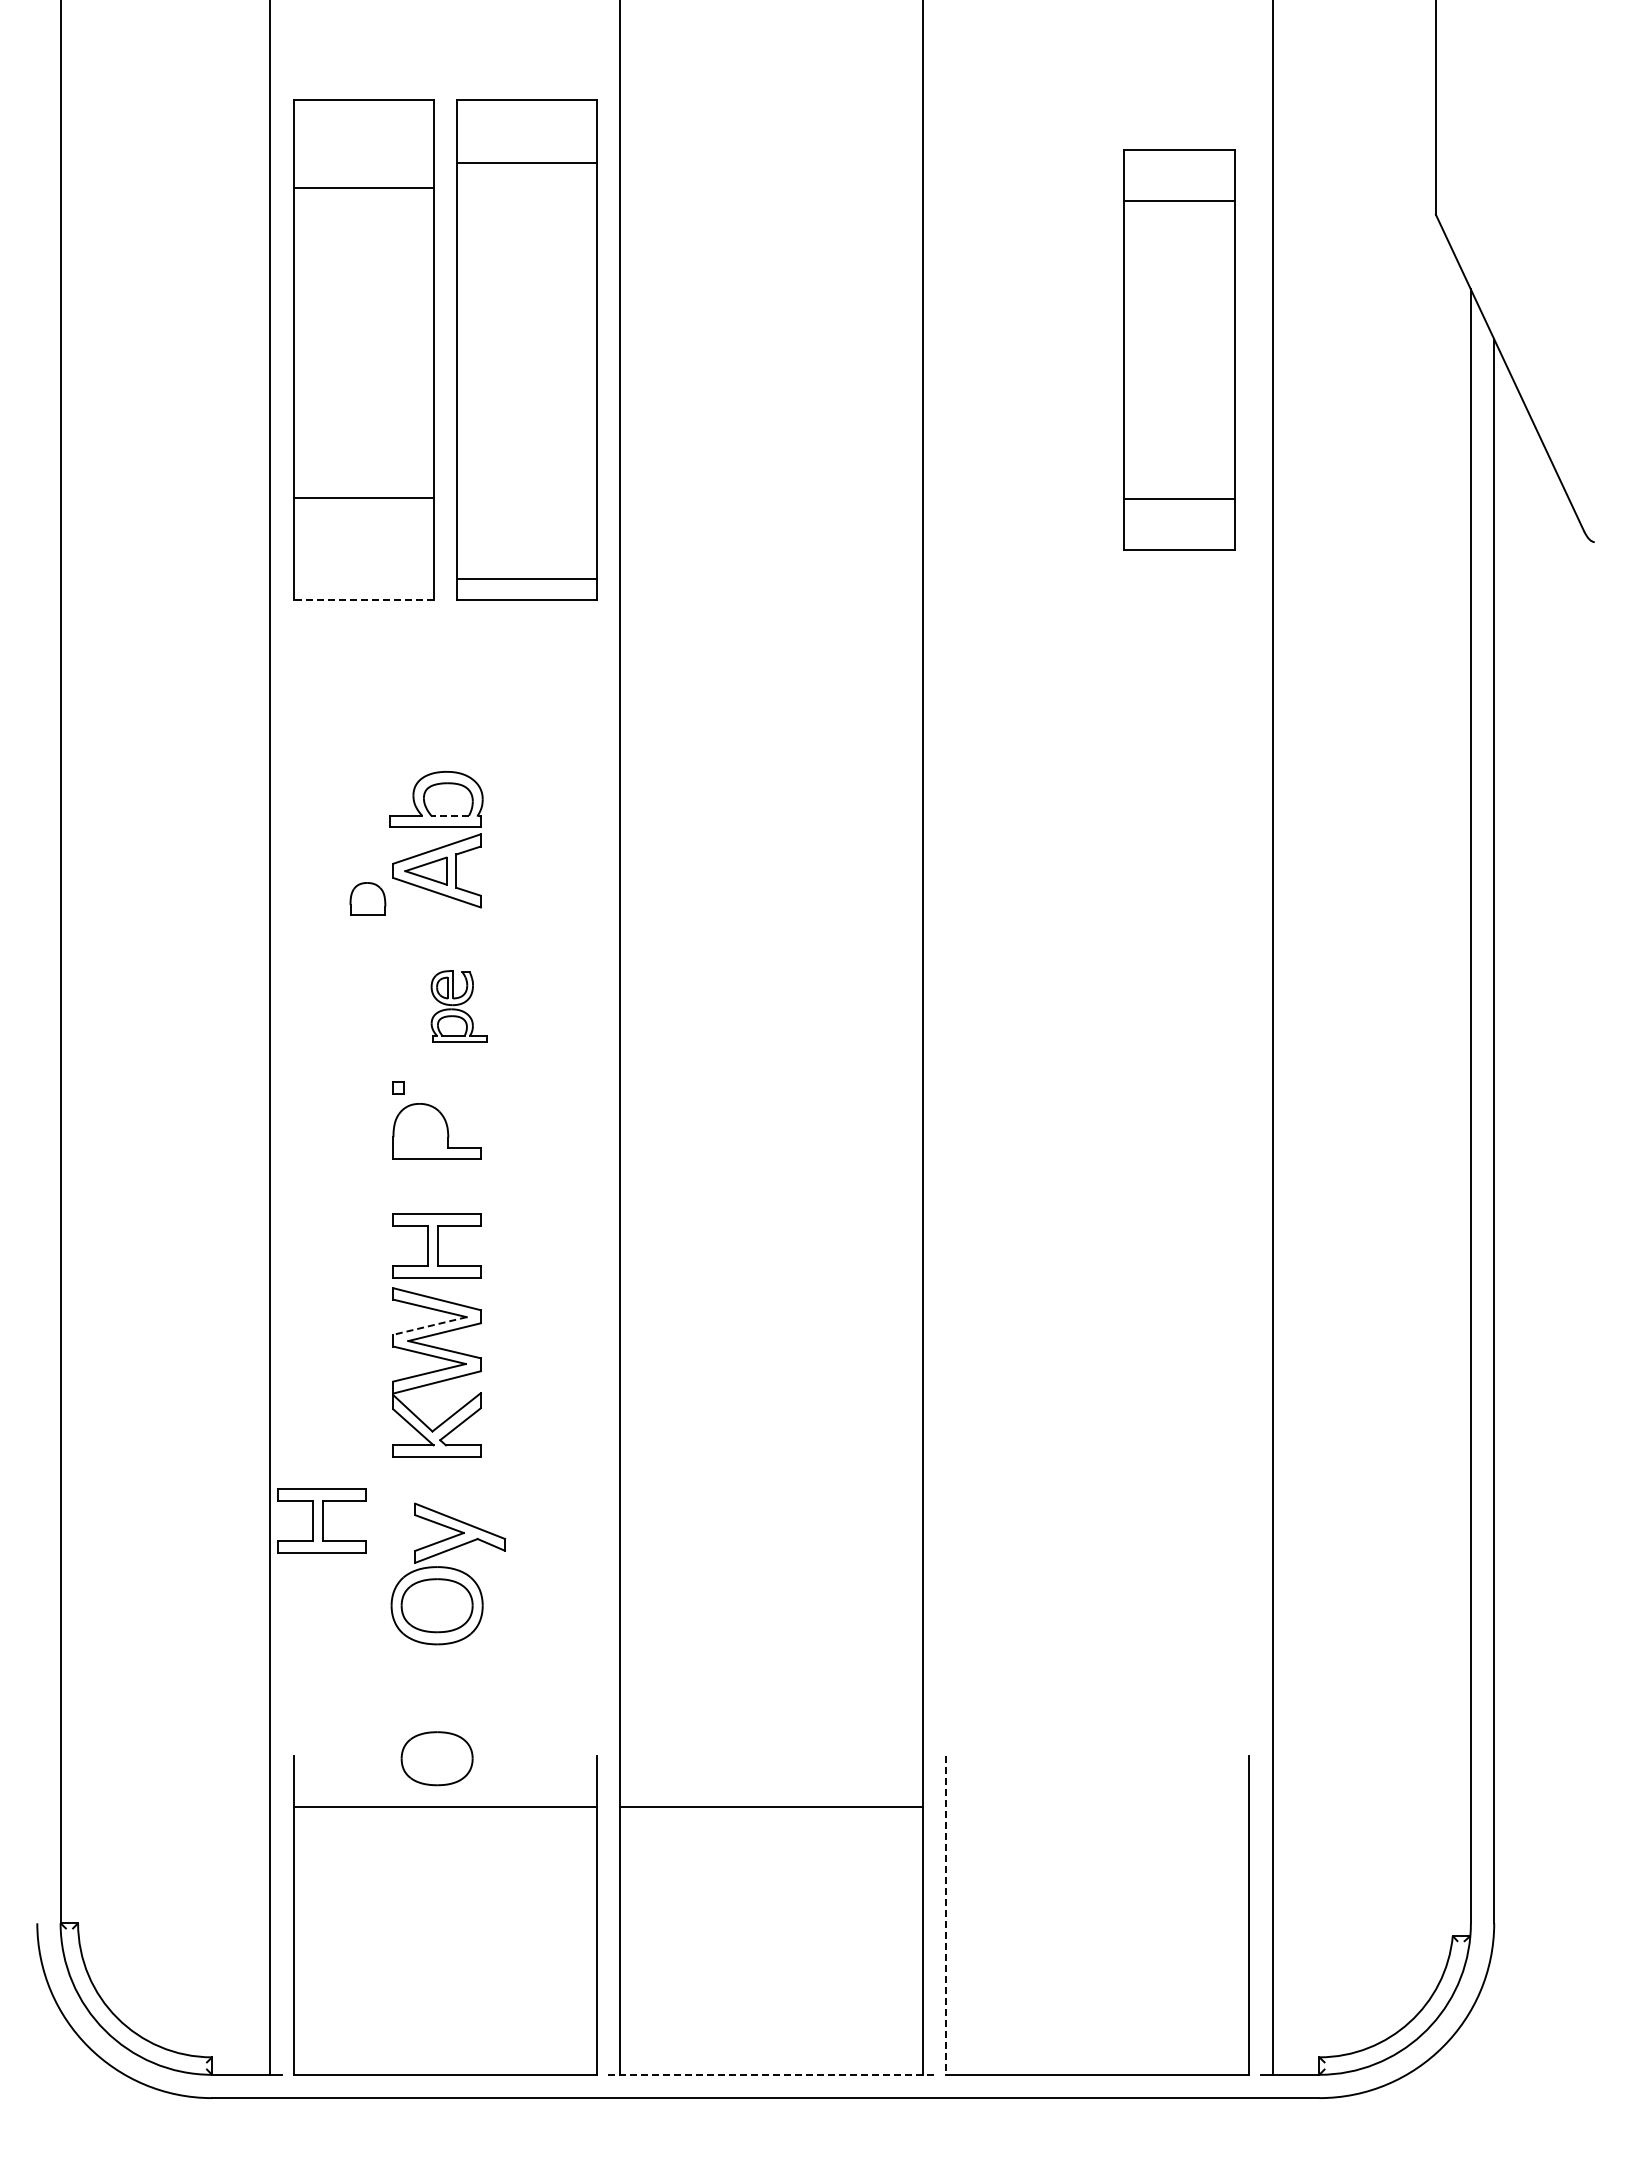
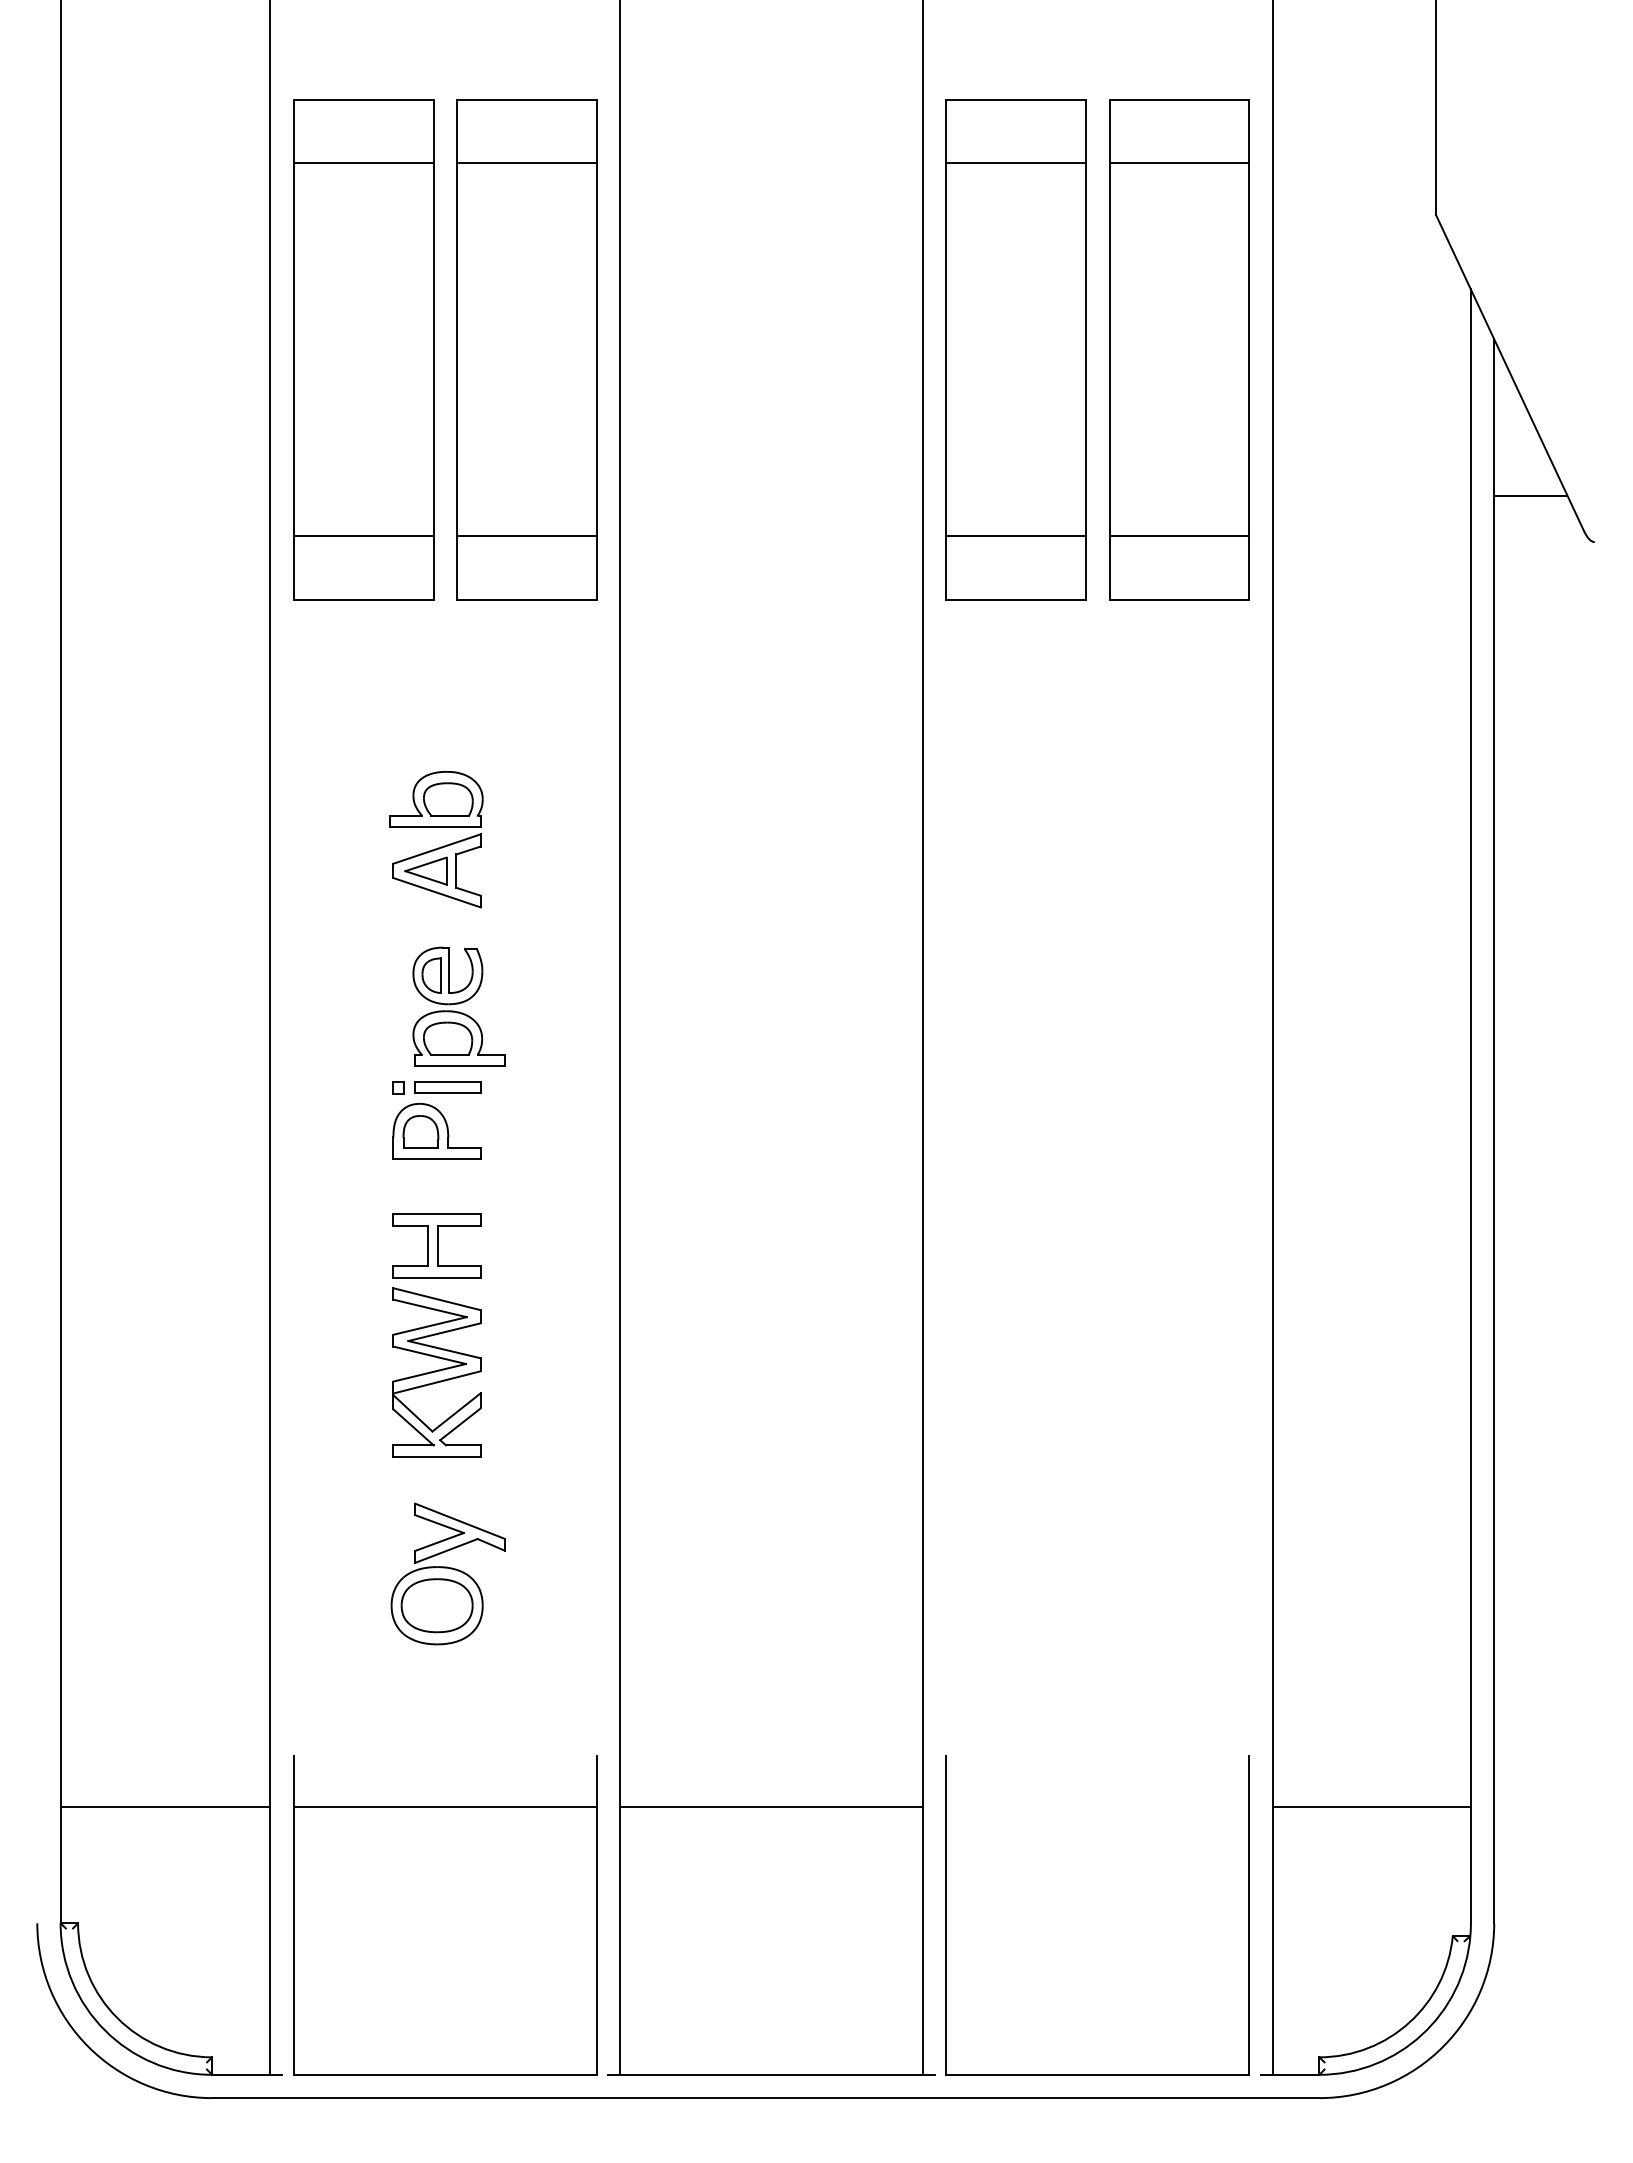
line at (363, 188) position: (363, 188) -> (363, 163)
part at (1015, 349): none -> present
part at (1179, 349) size: 113x402 px -> 141x502 px
line at (1530, 495): none -> present
line at (363, 498) position: (363, 498) -> (363, 536)
line at (526, 579) position: (526, 579) -> (526, 536)
line at (363, 599): dashed -> solid
line at (450, 815): dashed -> solid
part at (367, 898) position: (367, 898) -> (420, 1131)
part at (458, 1006) size: 58x73 px -> 94x121 px
part at (447, 1087): none -> present
line at (430, 1325): dashed -> solid
part at (321, 1520): present -> none
part at (436, 1758): present -> none
line at (165, 1806): none -> present
line at (1371, 1806): none -> present
line at (946, 1916): dashed -> solid
line at (772, 2074): dashed -> solid
